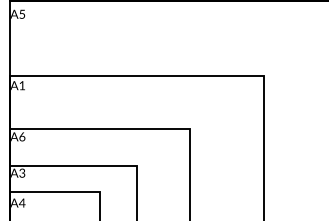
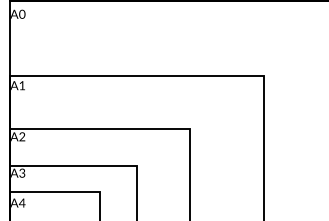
text at (22, 13): A5 -> A0
text at (22, 136): A6 -> A2
